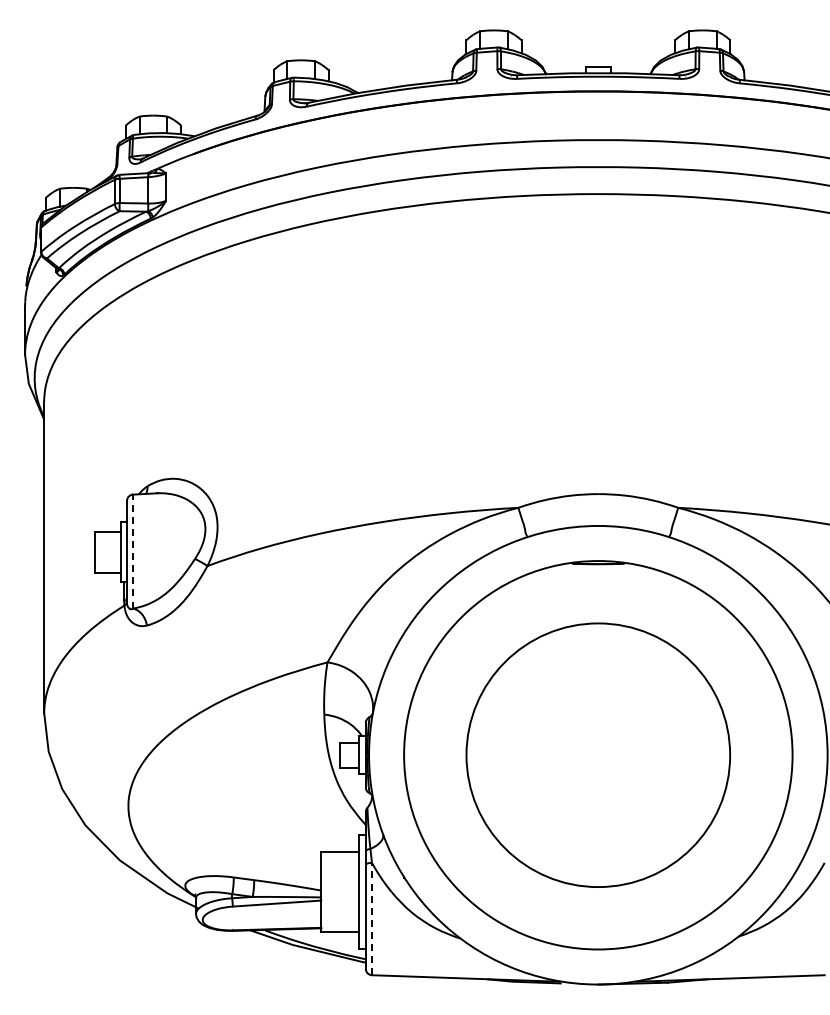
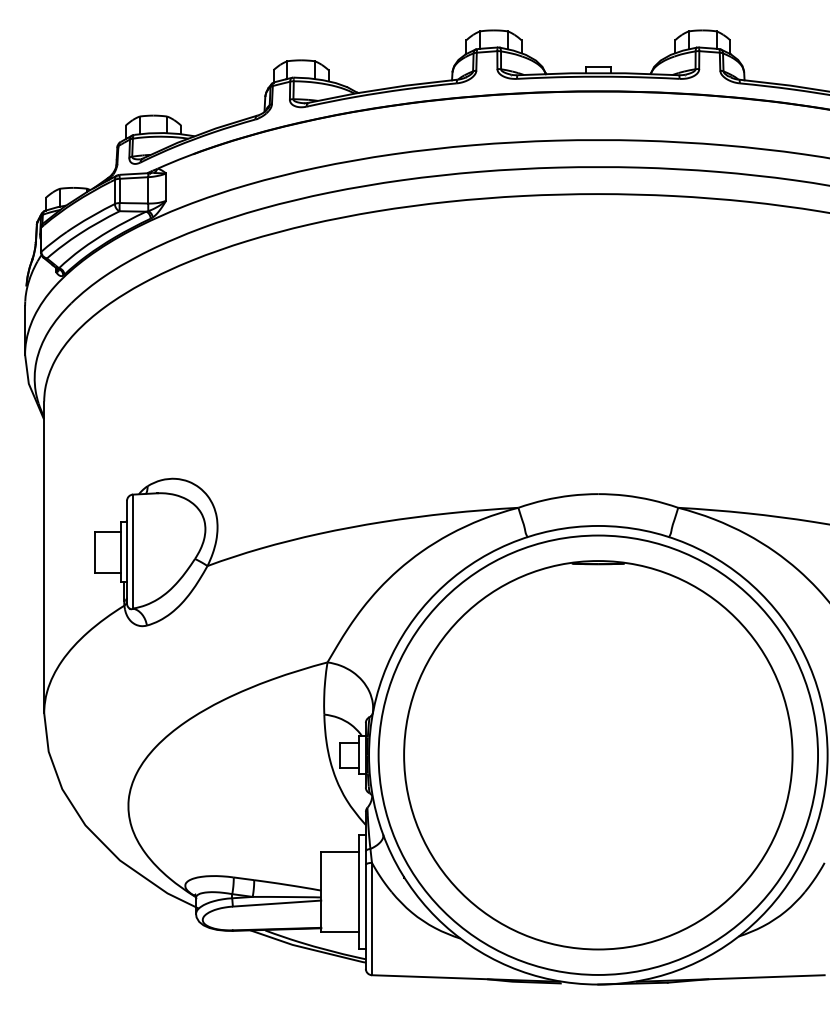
line at (133, 551): dashed -> solid
circle at (598, 755) diameter: 264 px -> 439 px
line at (371, 918): dashed -> solid
